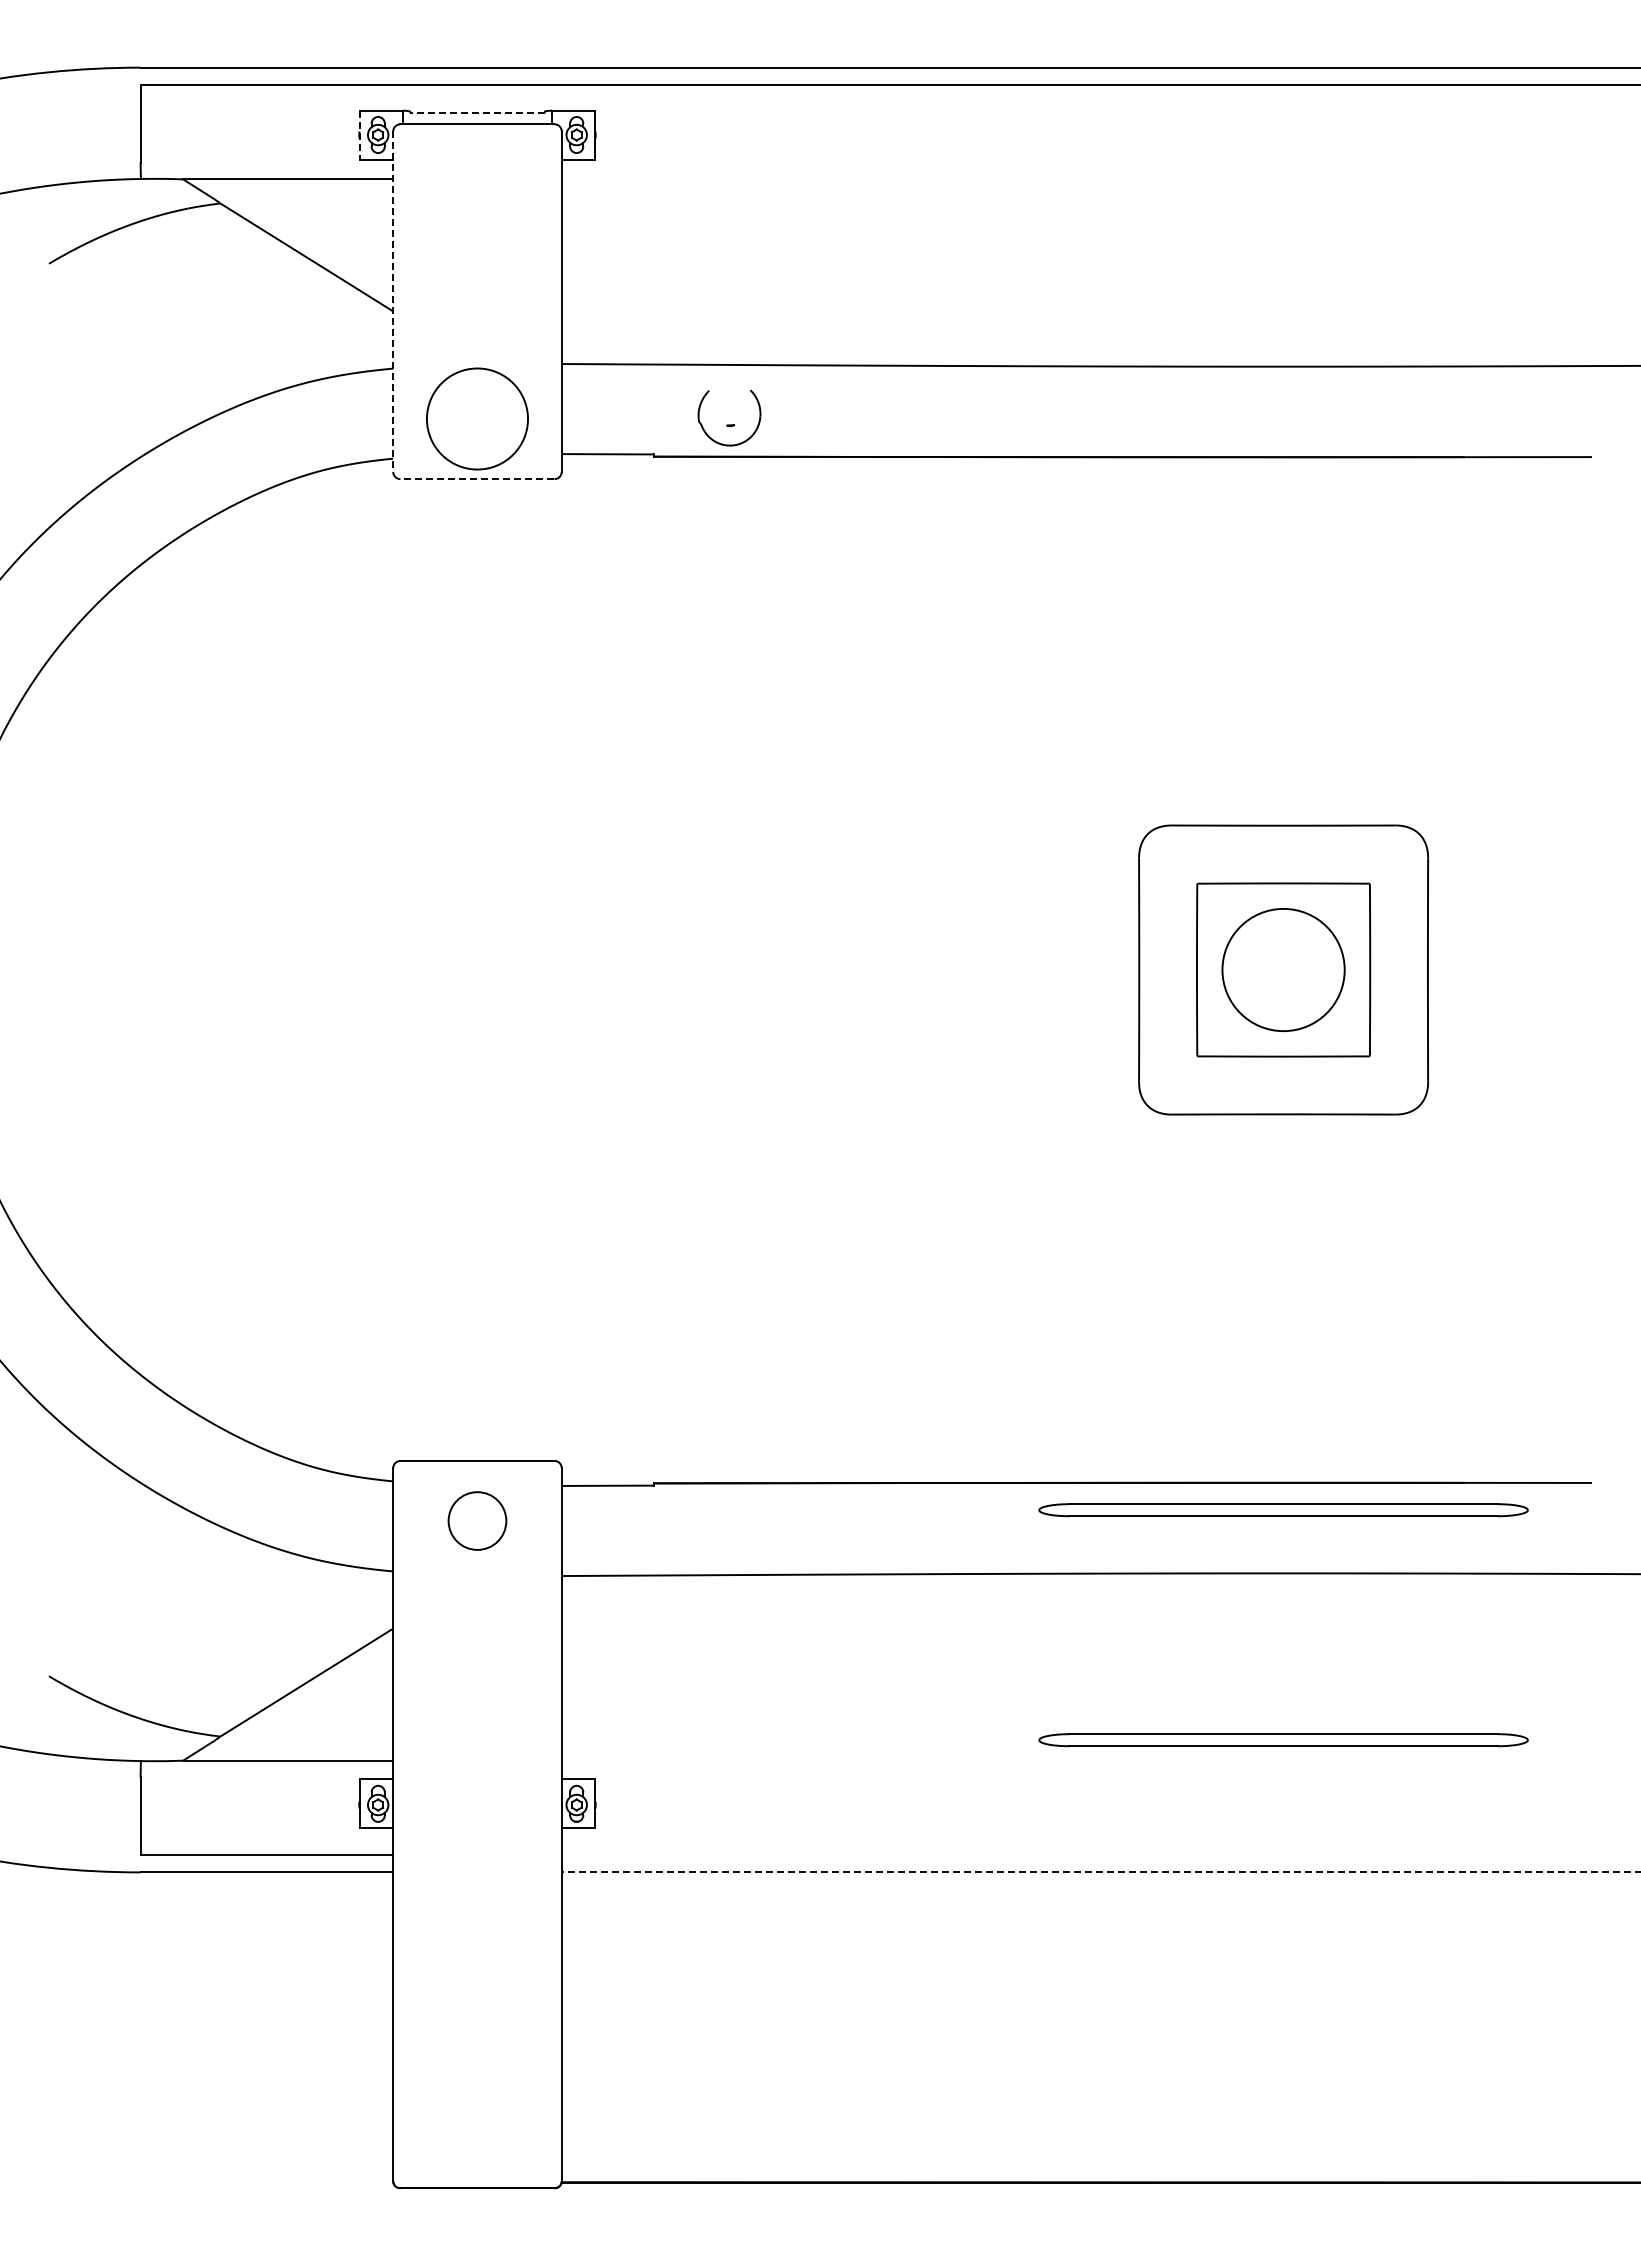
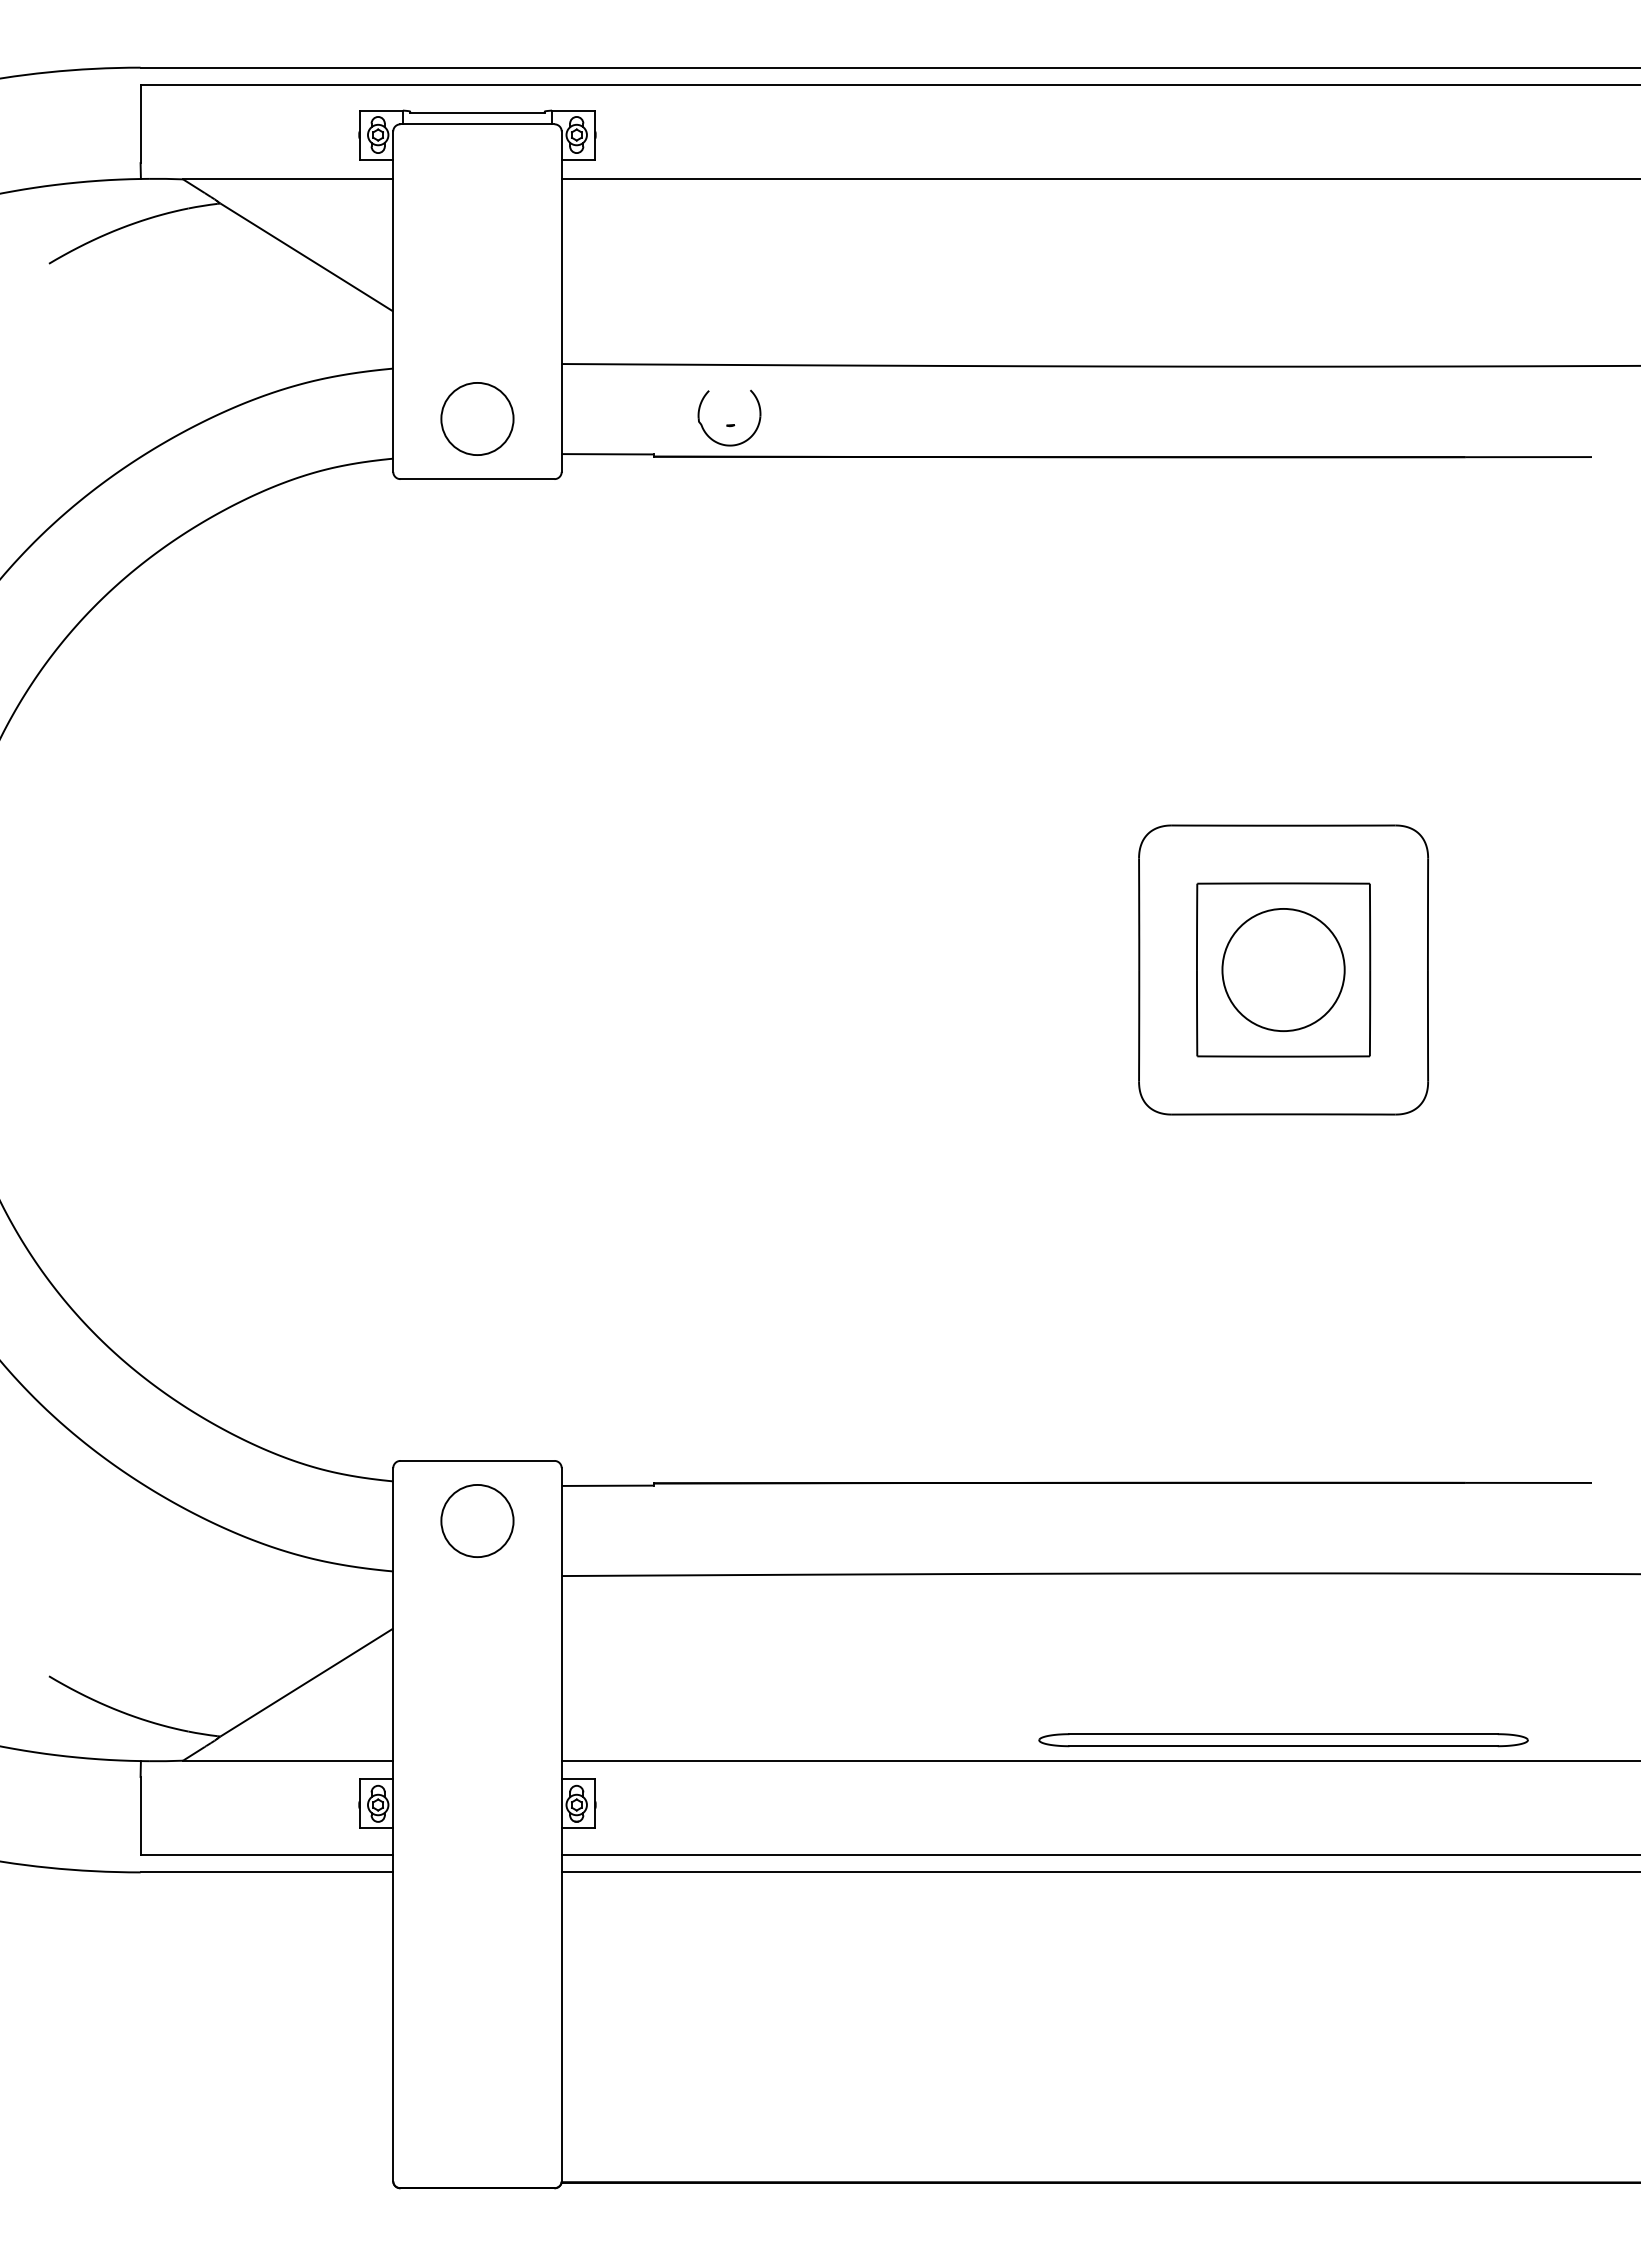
line at (476, 113): dashed -> solid
line at (359, 135): dashed -> solid
line at (1099, 179): none -> present
line at (393, 302): dashed -> solid
circle at (477, 418) size: 103x104 px -> 75x74 px
line at (476, 479): dashed -> solid
part at (1283, 1510): present -> none
circle at (477, 1520) diameter: 58 px -> 72 px
line at (1099, 1760): none -> present
line at (1099, 1855): none -> present
line at (1100, 1872): dashed -> solid
